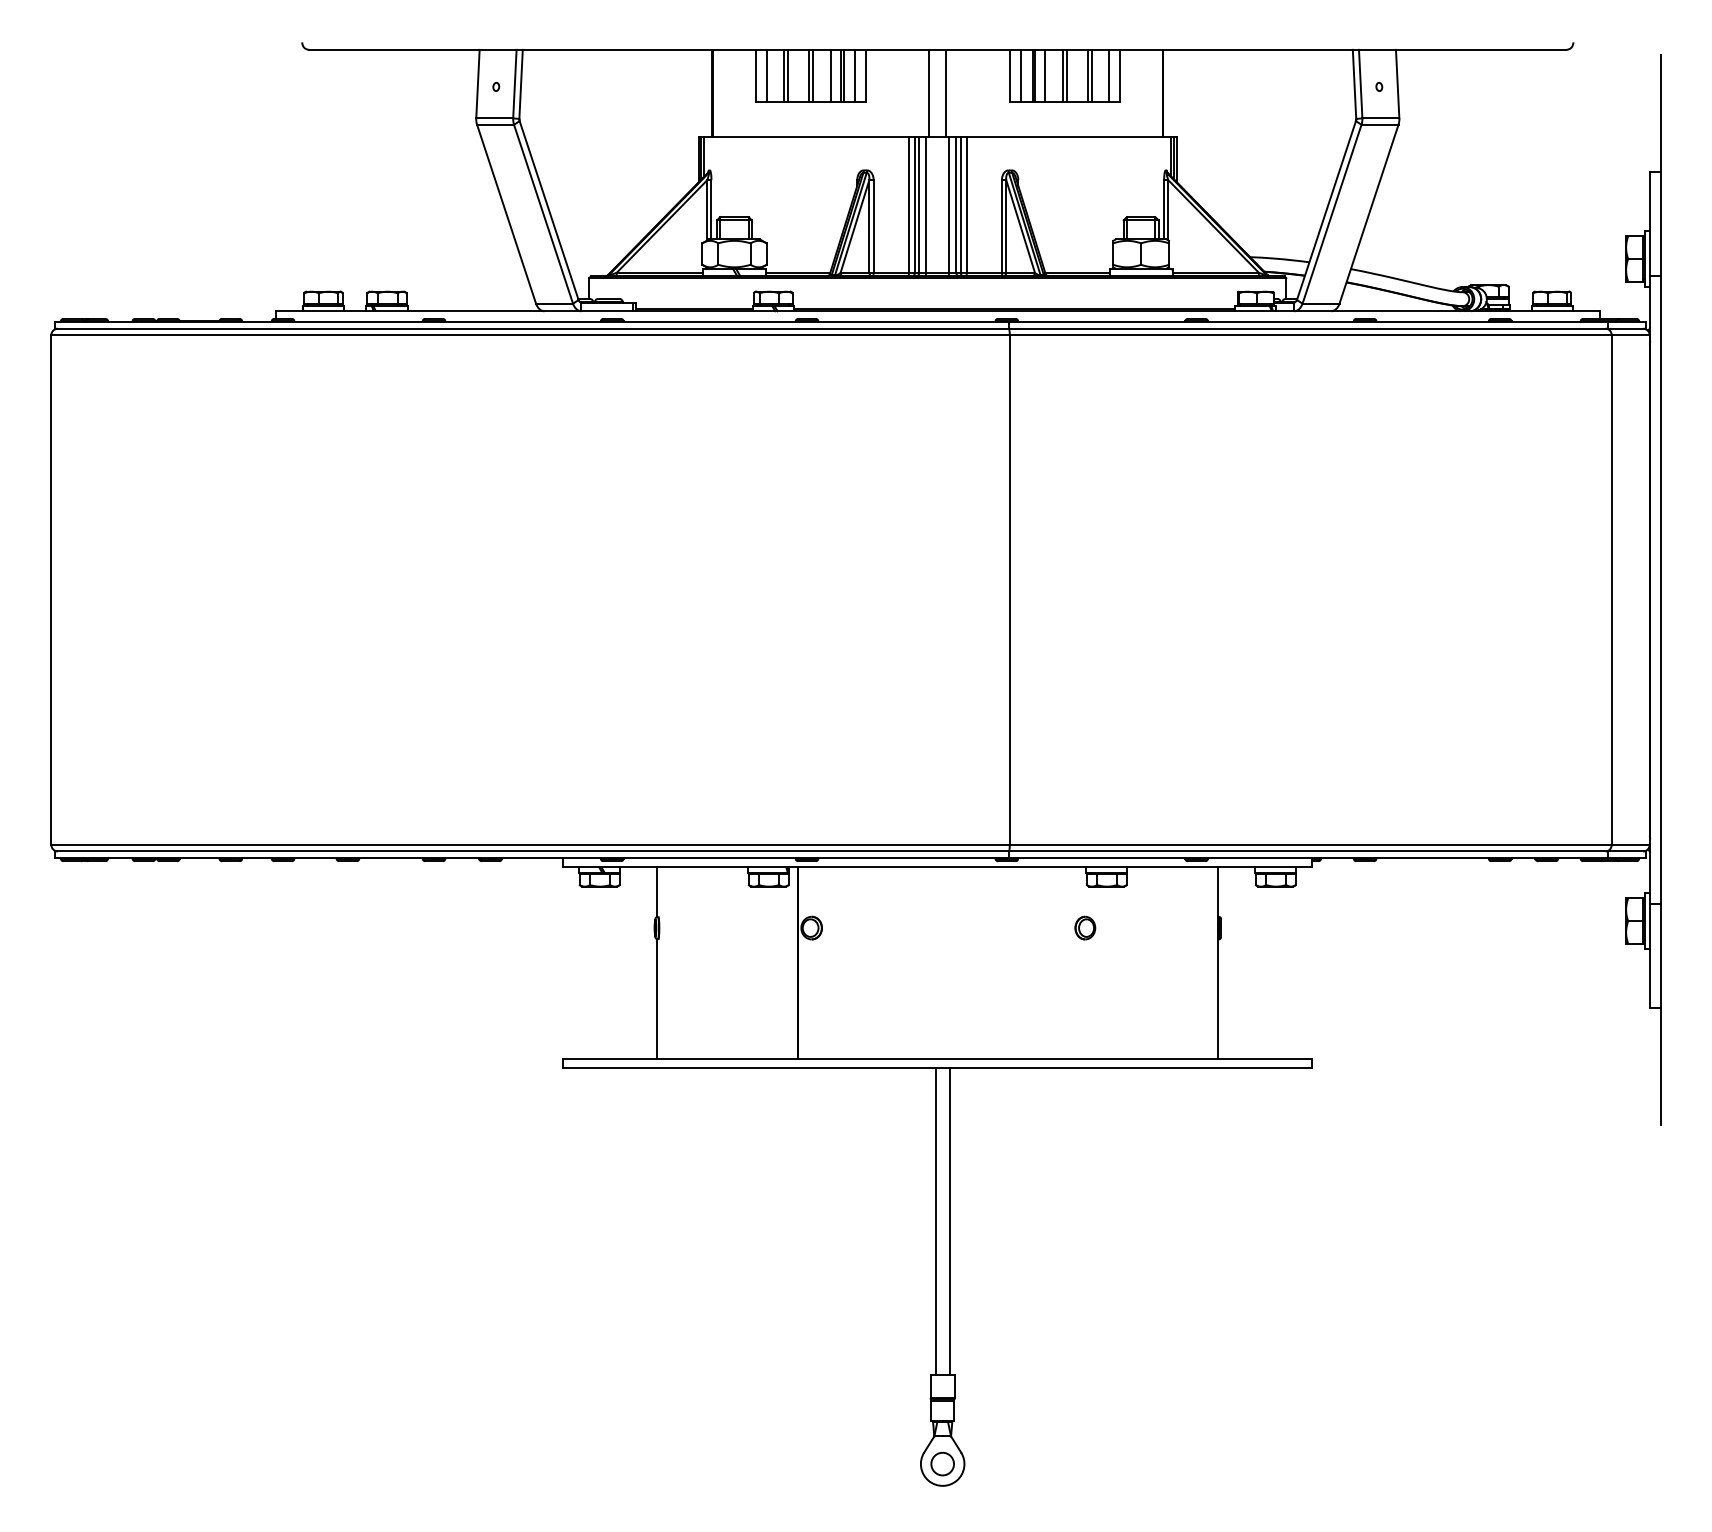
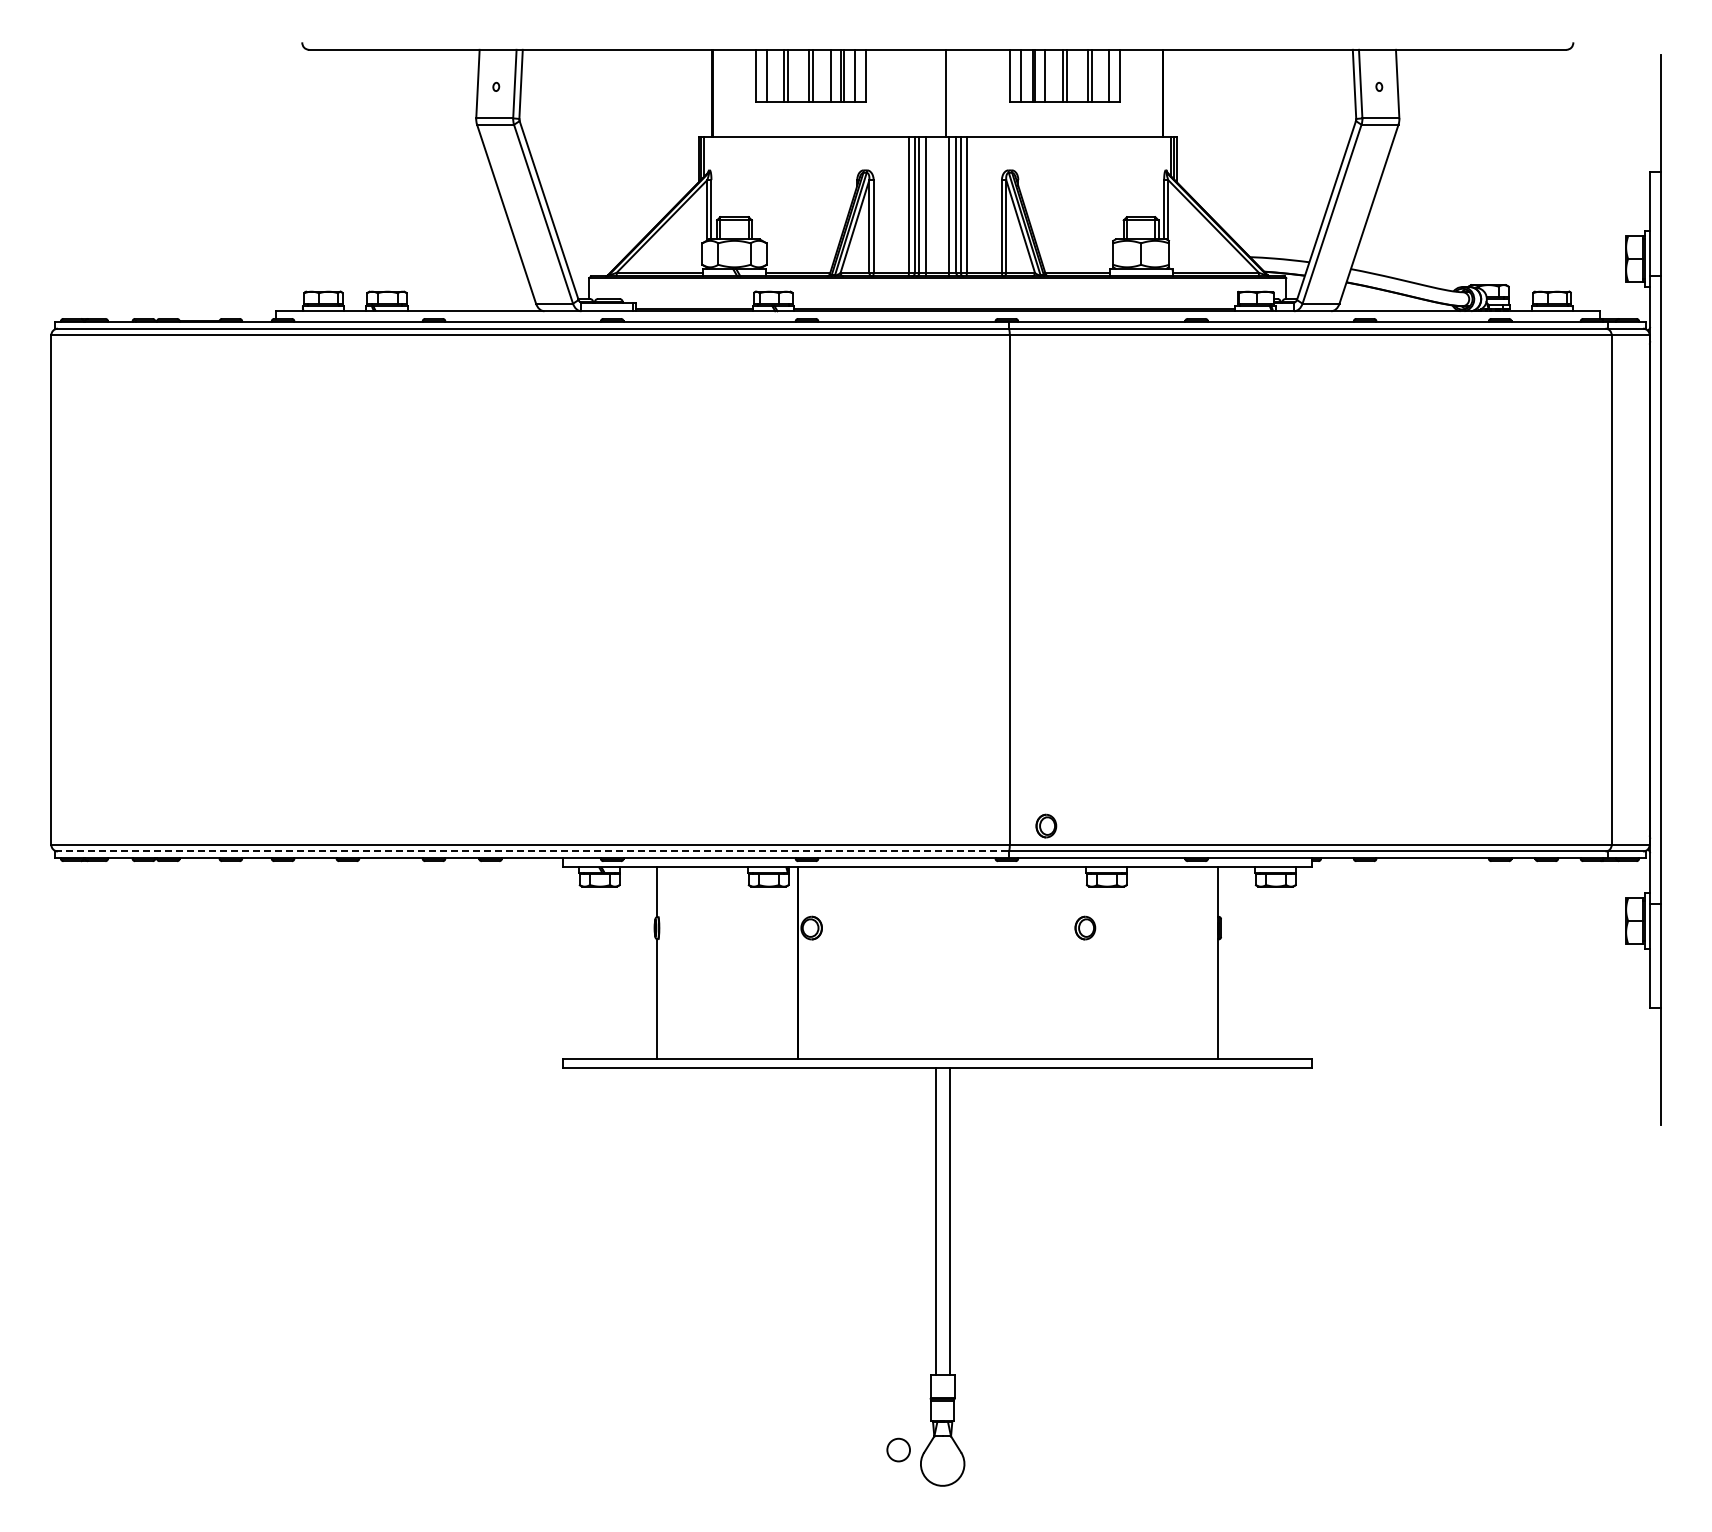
line at (929, 92): present -> none
part at (1046, 825): none -> present
line at (532, 851): solid -> dashed
circle at (942, 1463) position: (942, 1463) -> (898, 1449)
